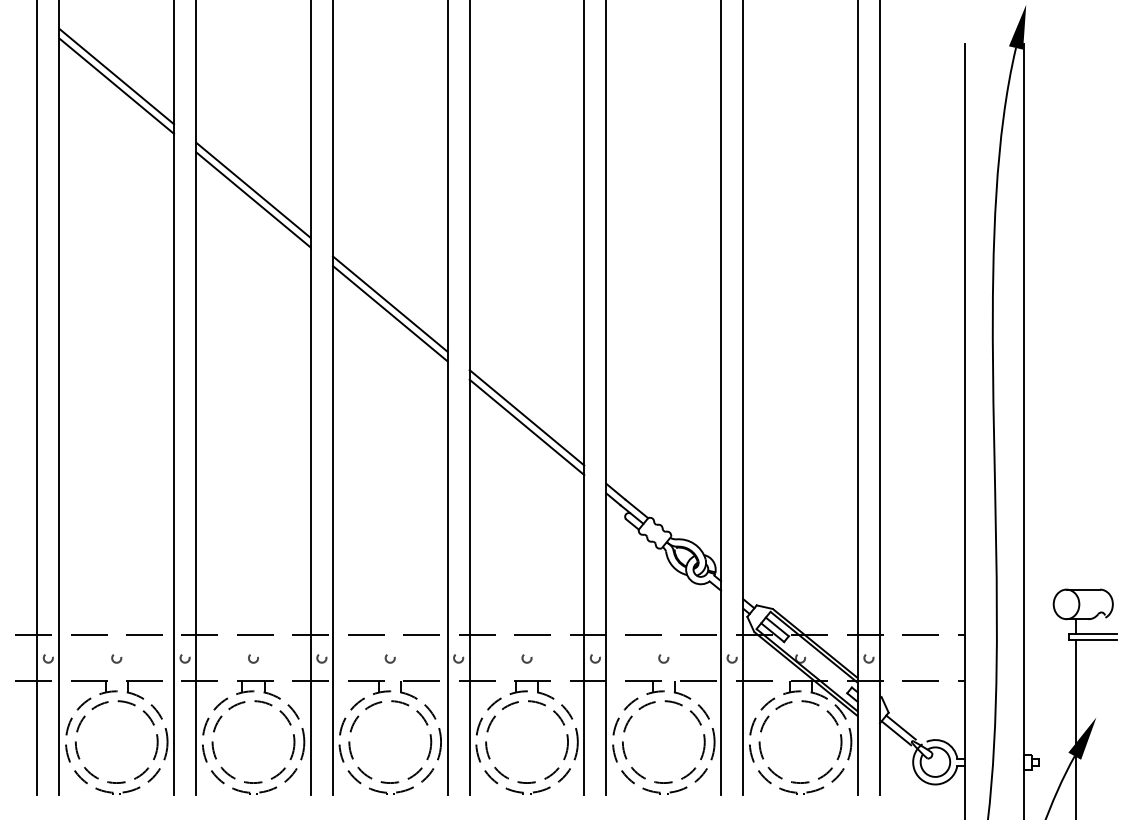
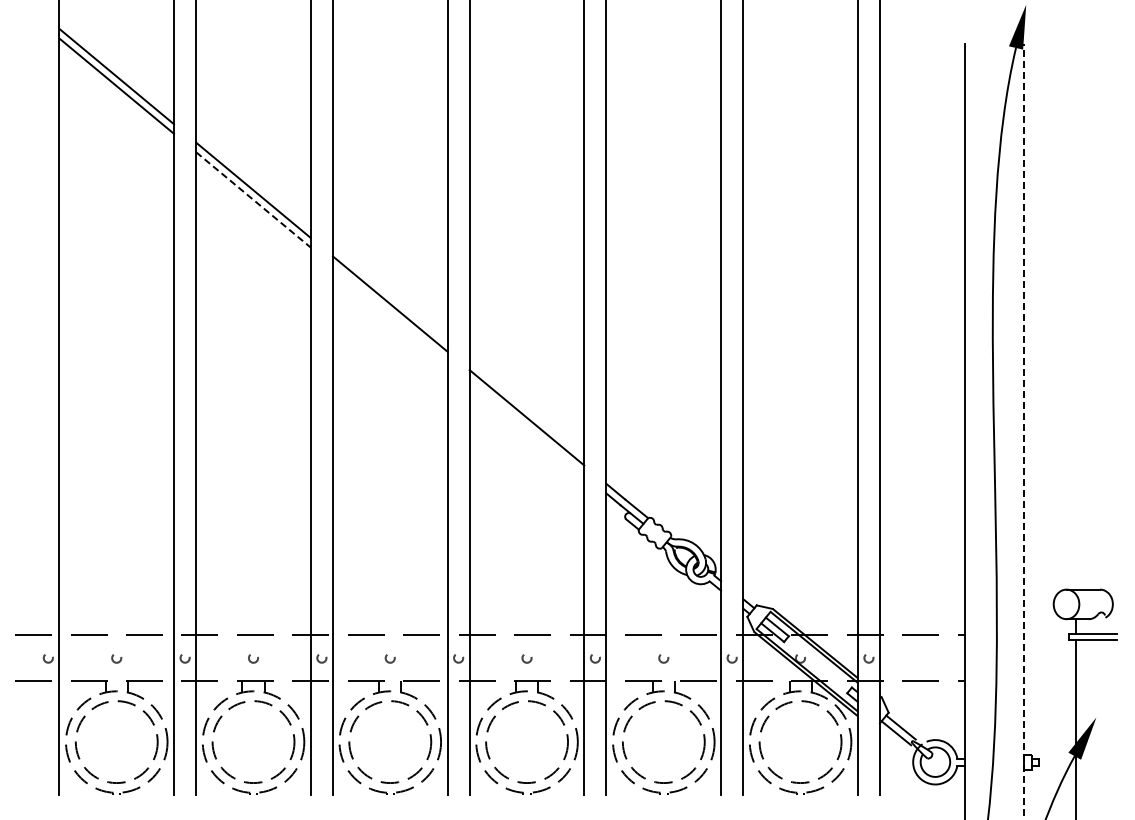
line at (253, 199): solid -> dashed
line at (389, 313): present -> none
line at (37, 398): present -> none
line at (526, 427): present -> none
line at (1024, 431): solid -> dashed
